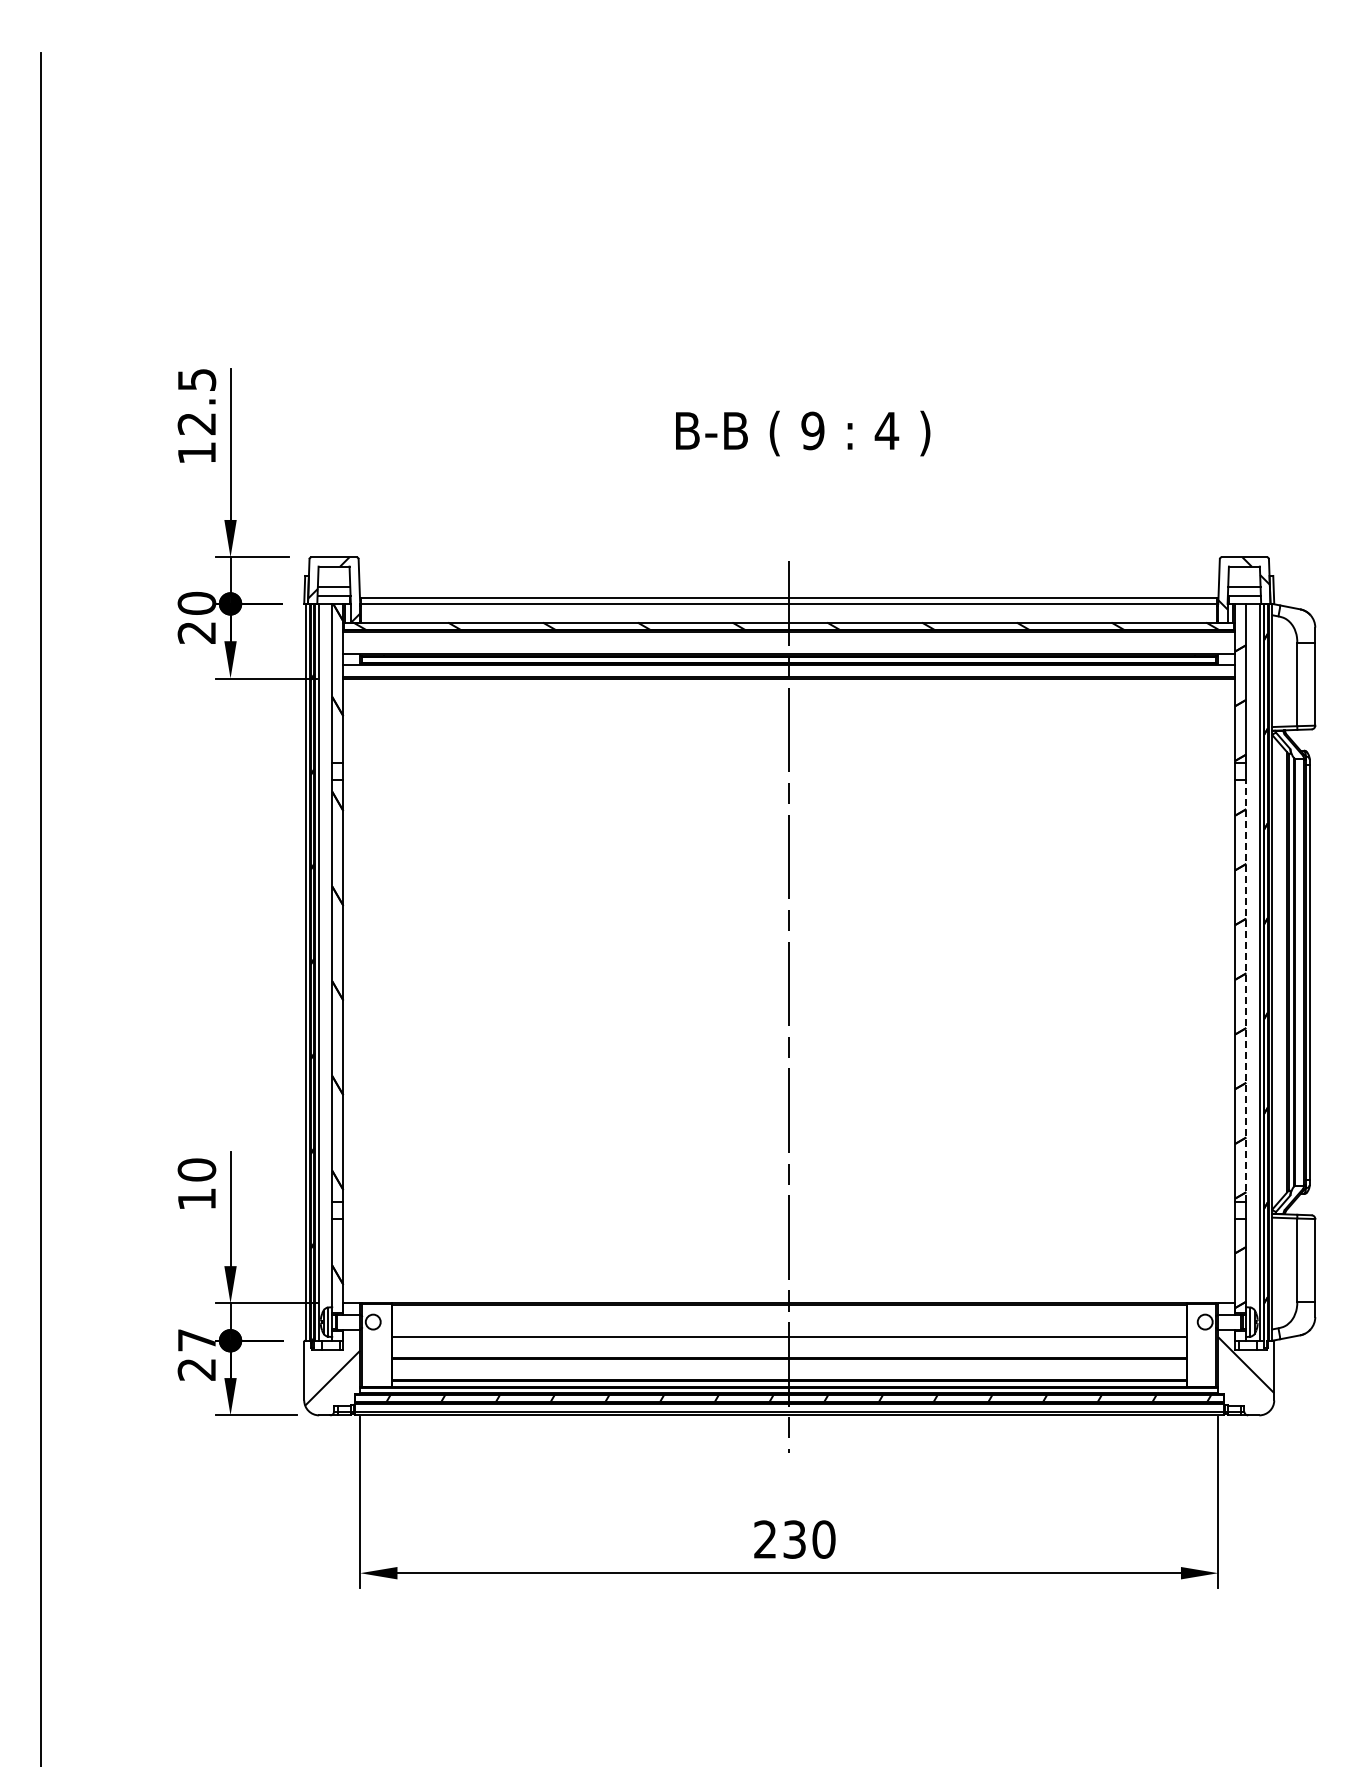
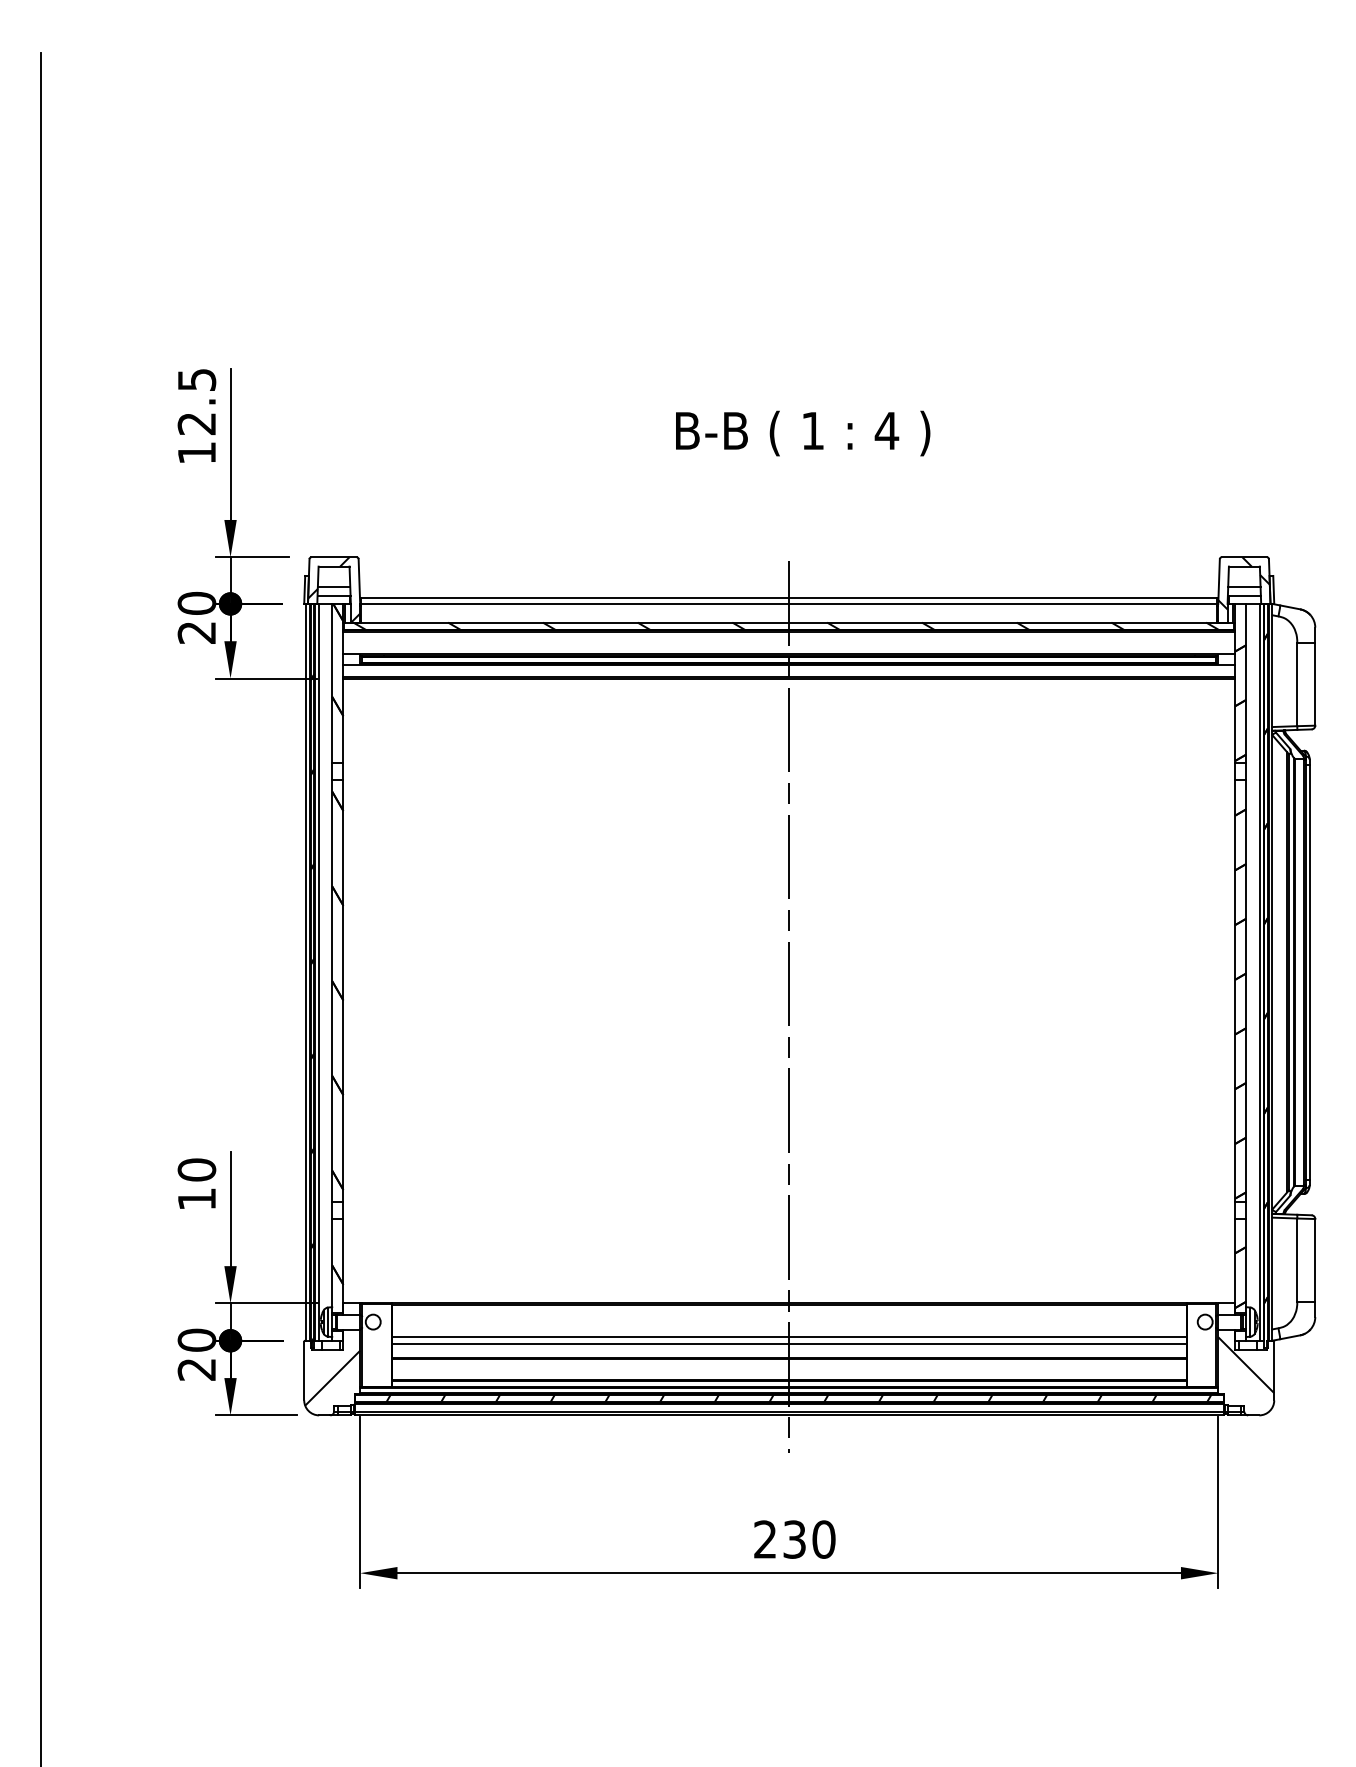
text at (812, 430): 9 -> 1
line at (1246, 991): dashed -> solid
text at (196, 1339): 27 -> 20
line at (788, 1344): none -> present
